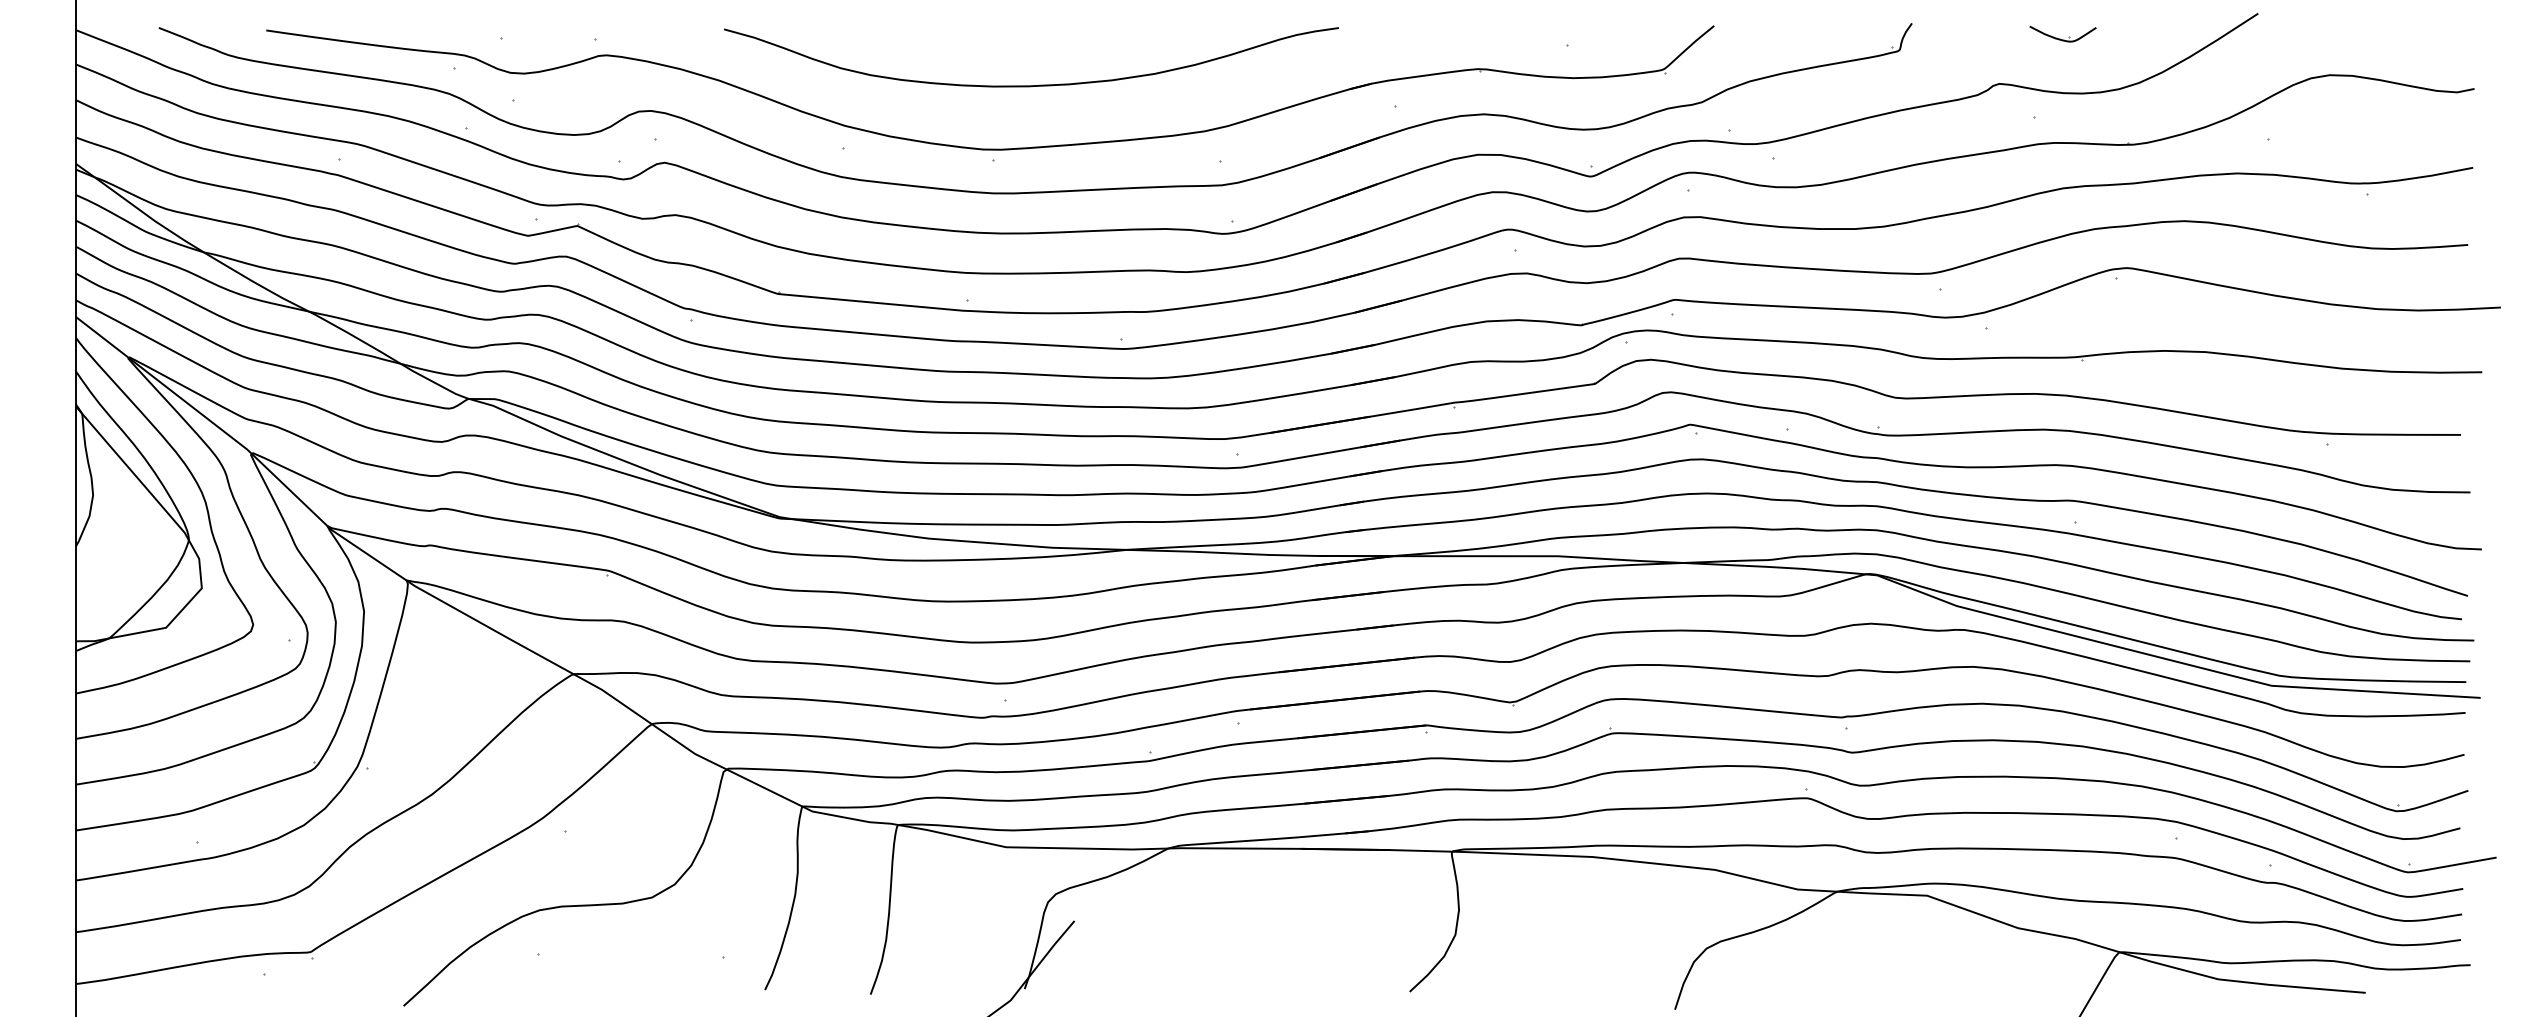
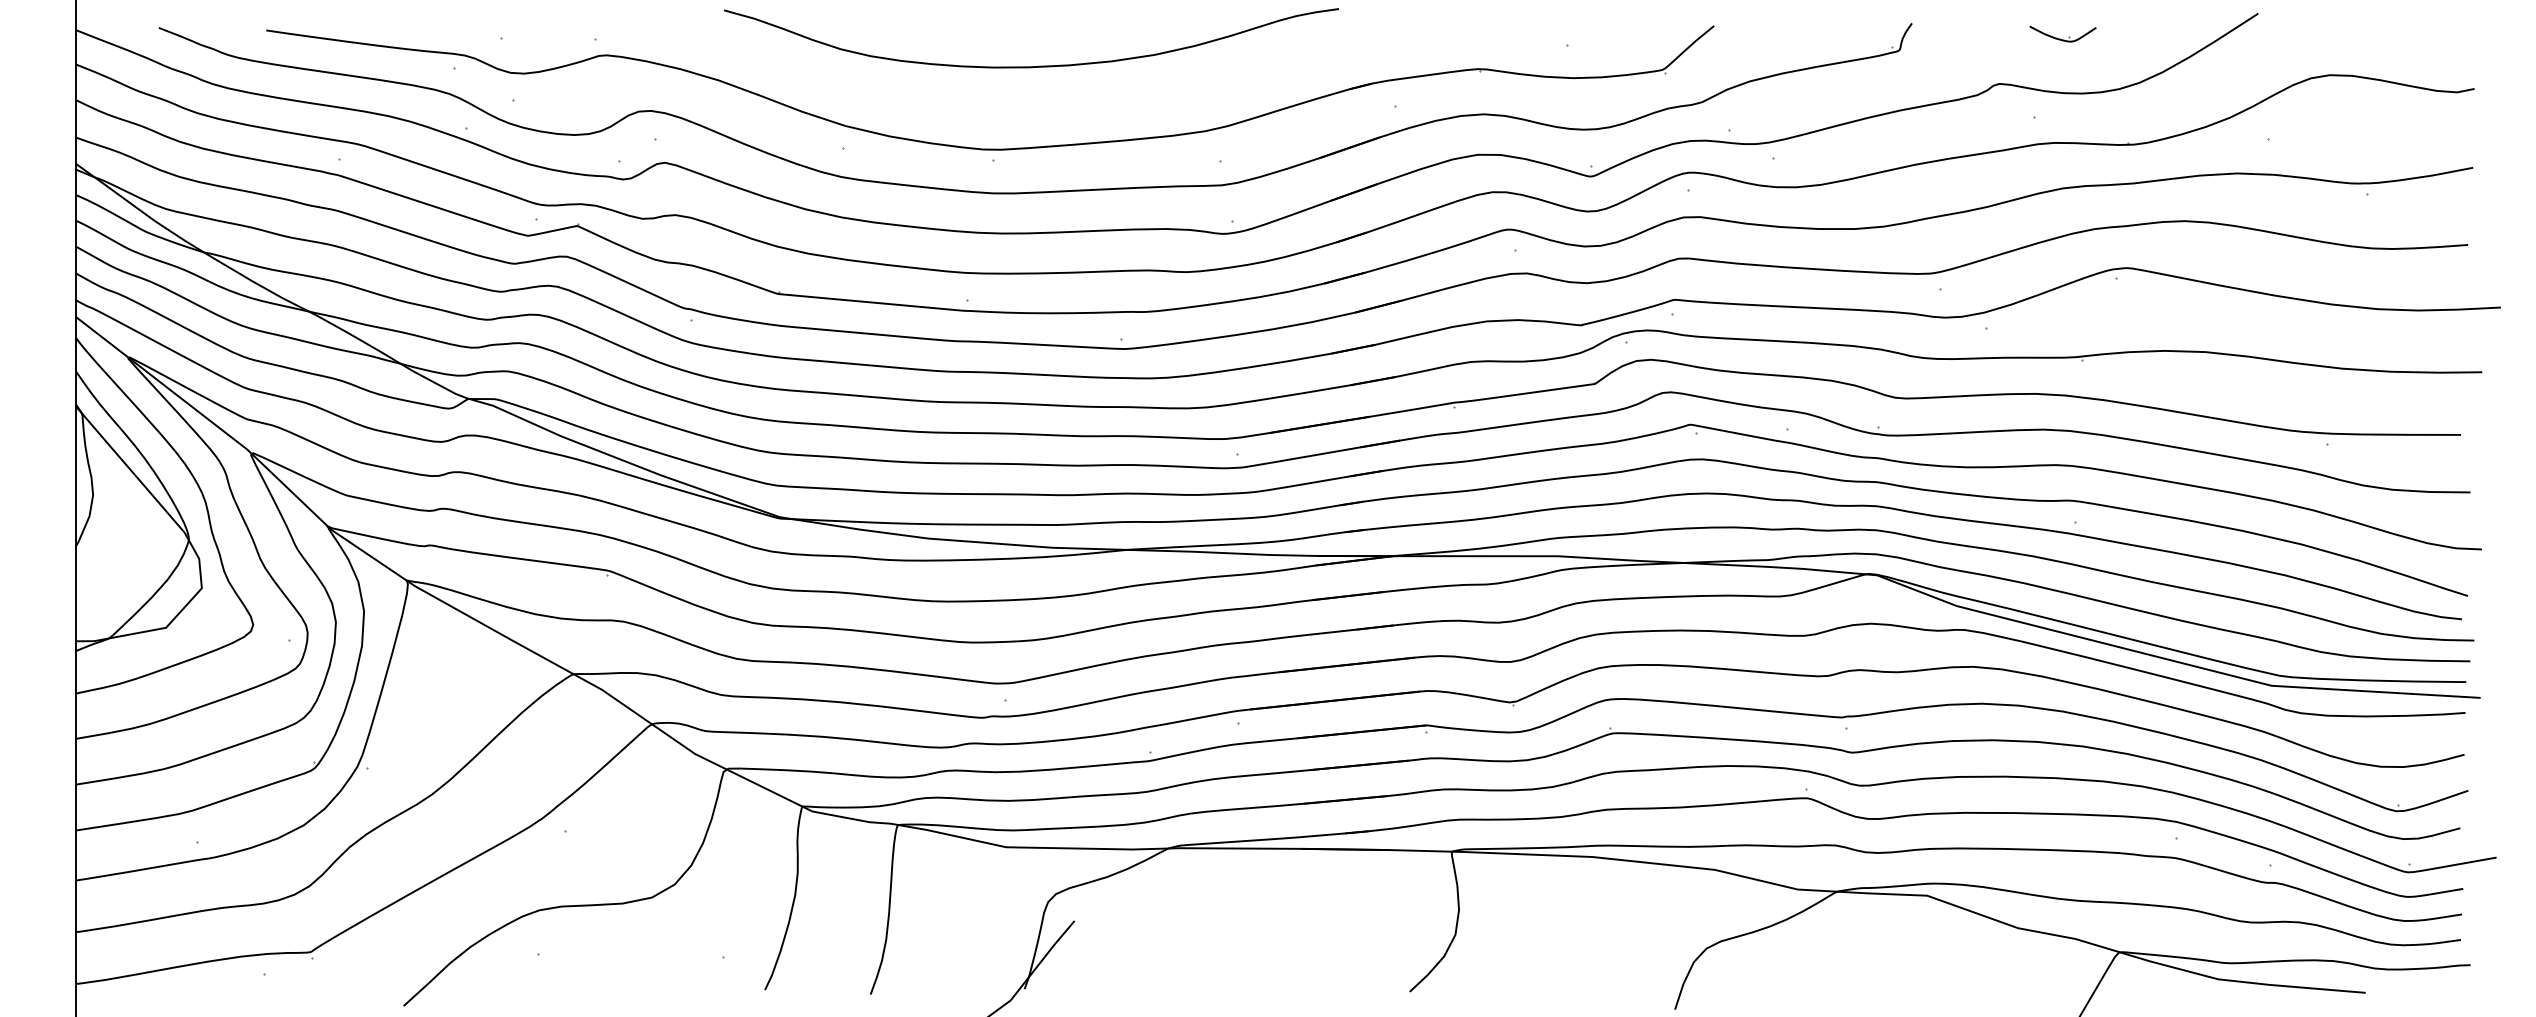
curve at (1031, 85) position: (1031, 85) -> (1031, 66)
